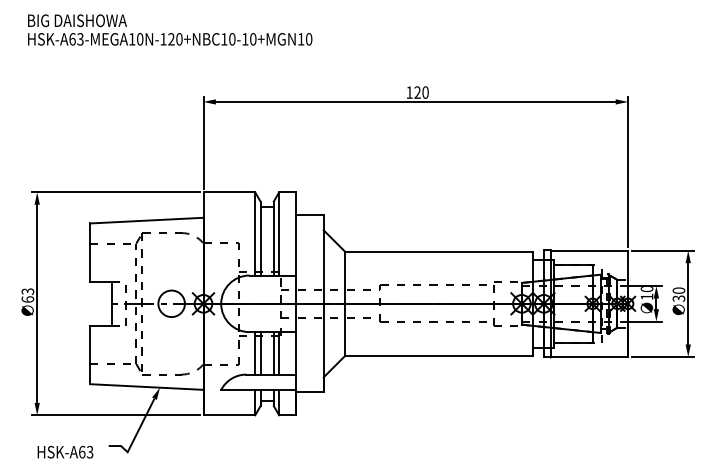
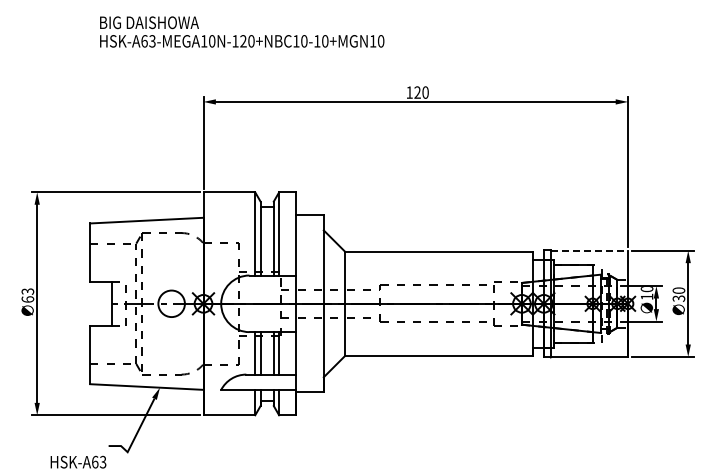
text at (170, 29) position: (170, 29) -> (242, 31)
line at (590, 250): solid -> dashed
text at (65, 451) position: (65, 451) -> (78, 461)
